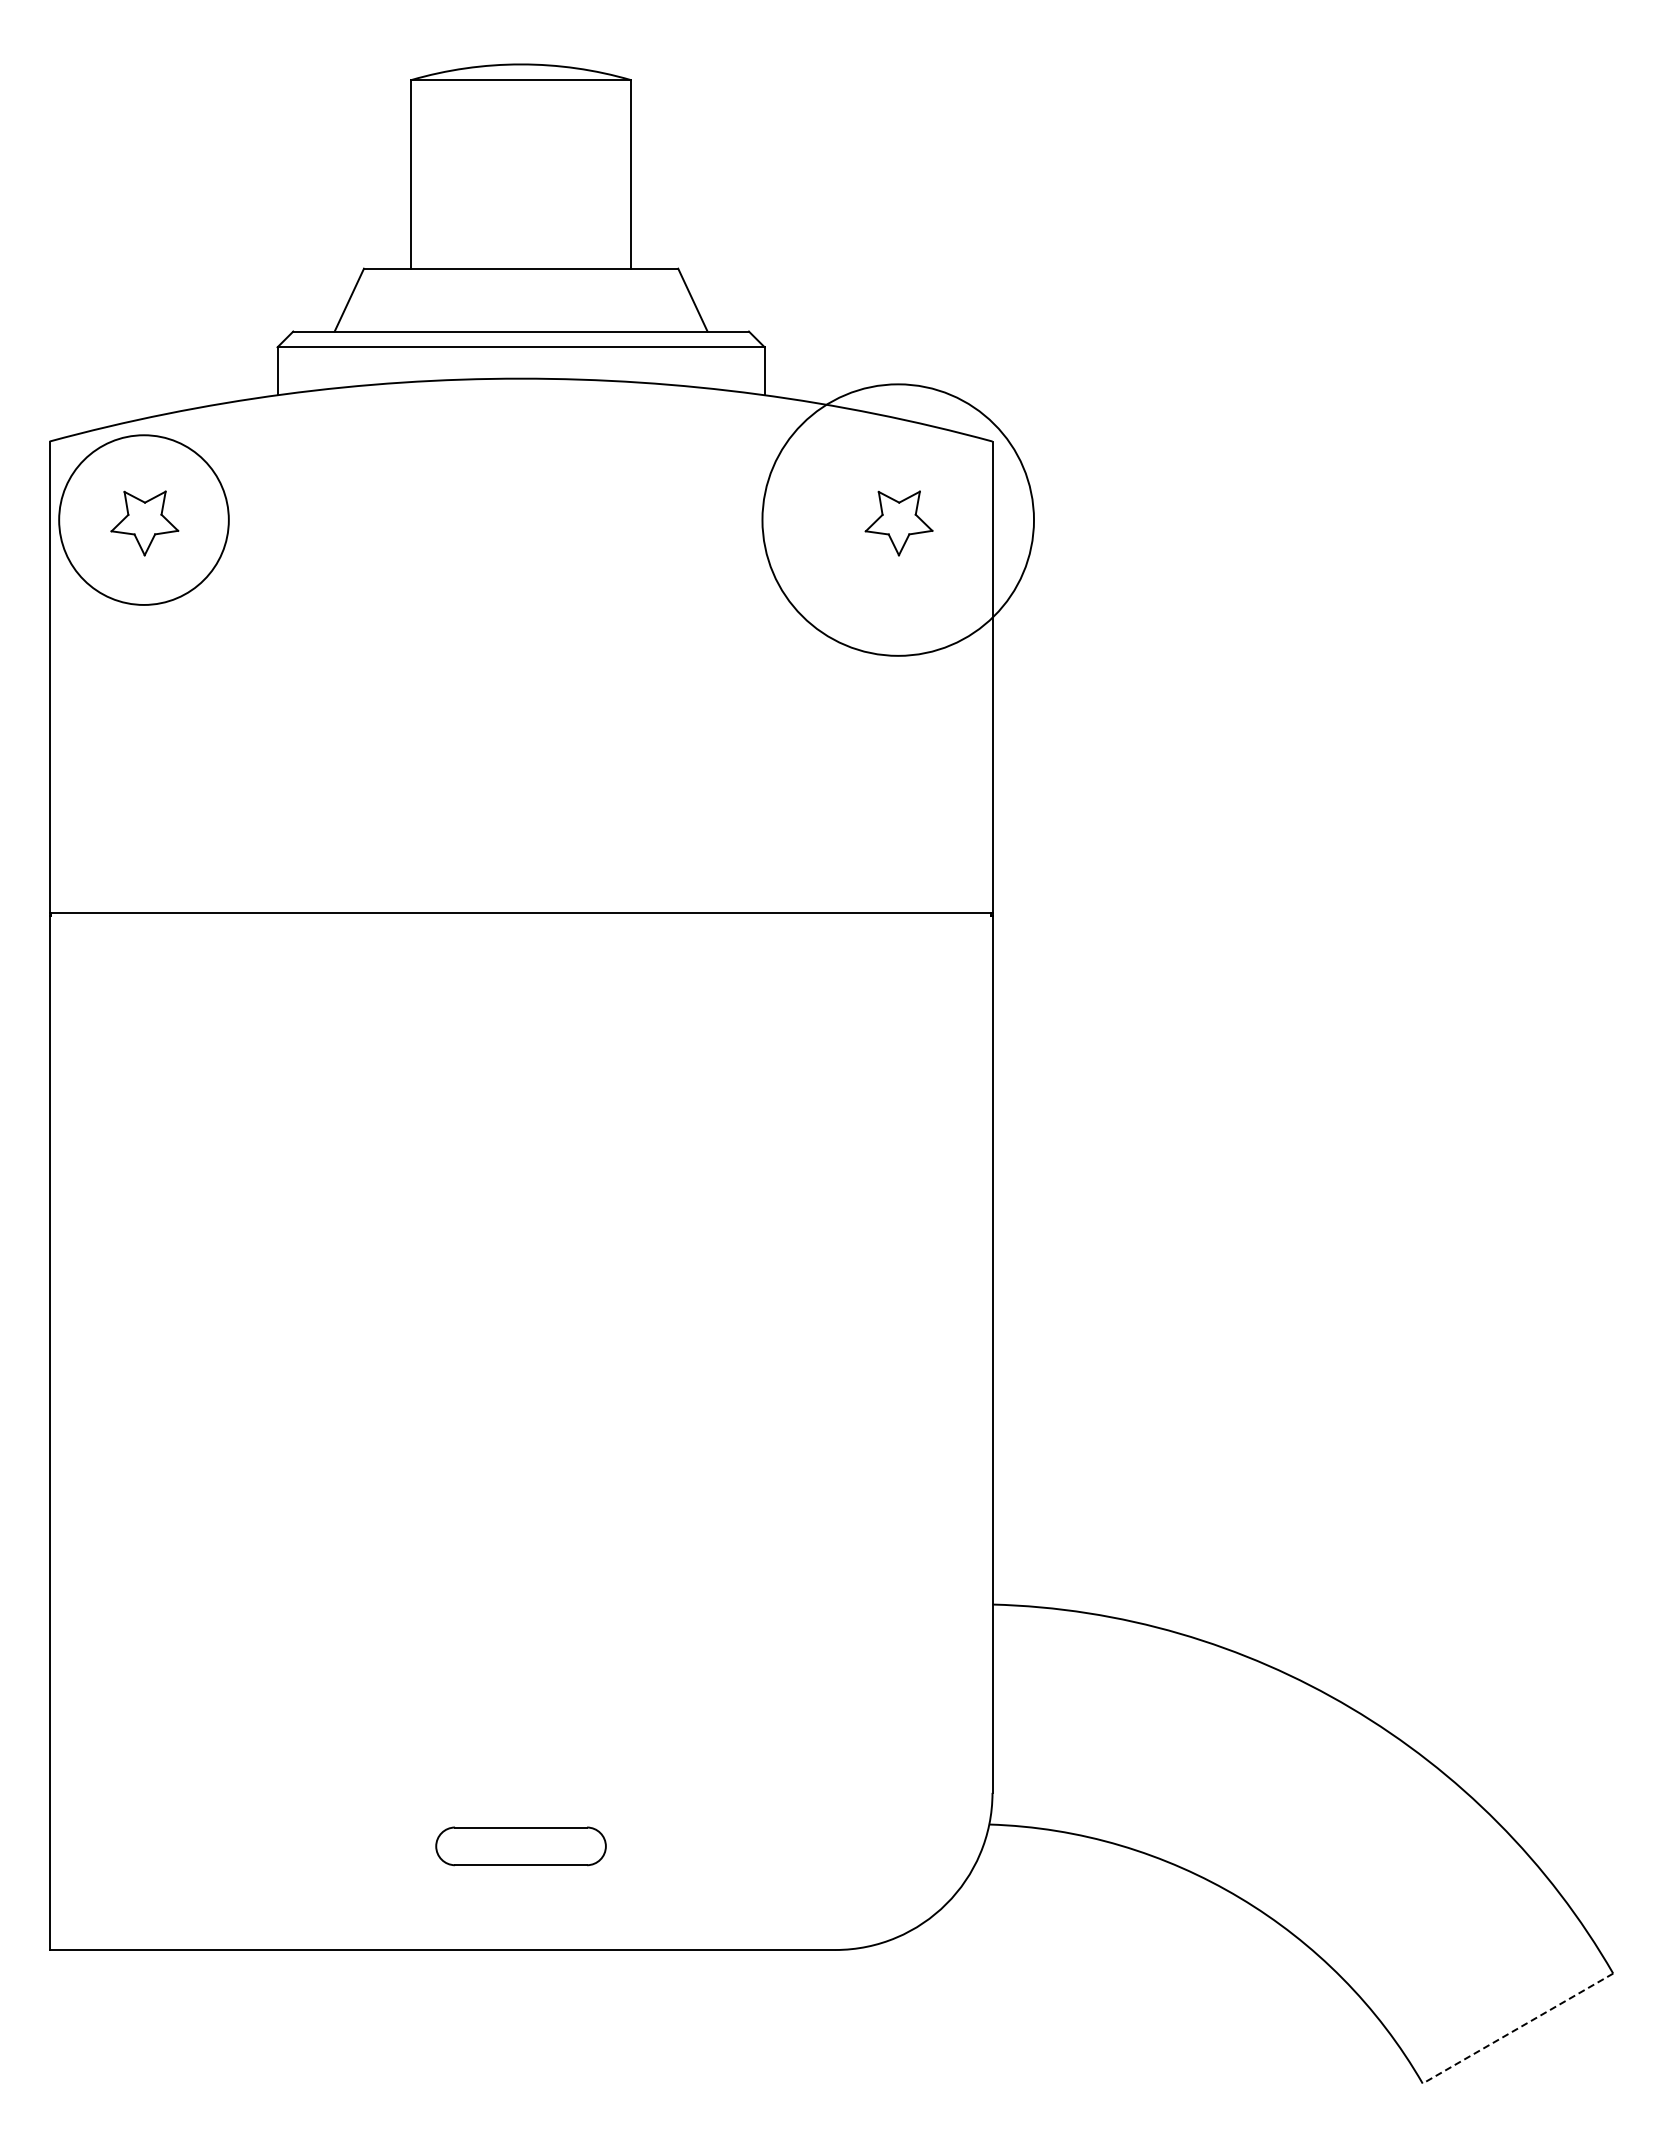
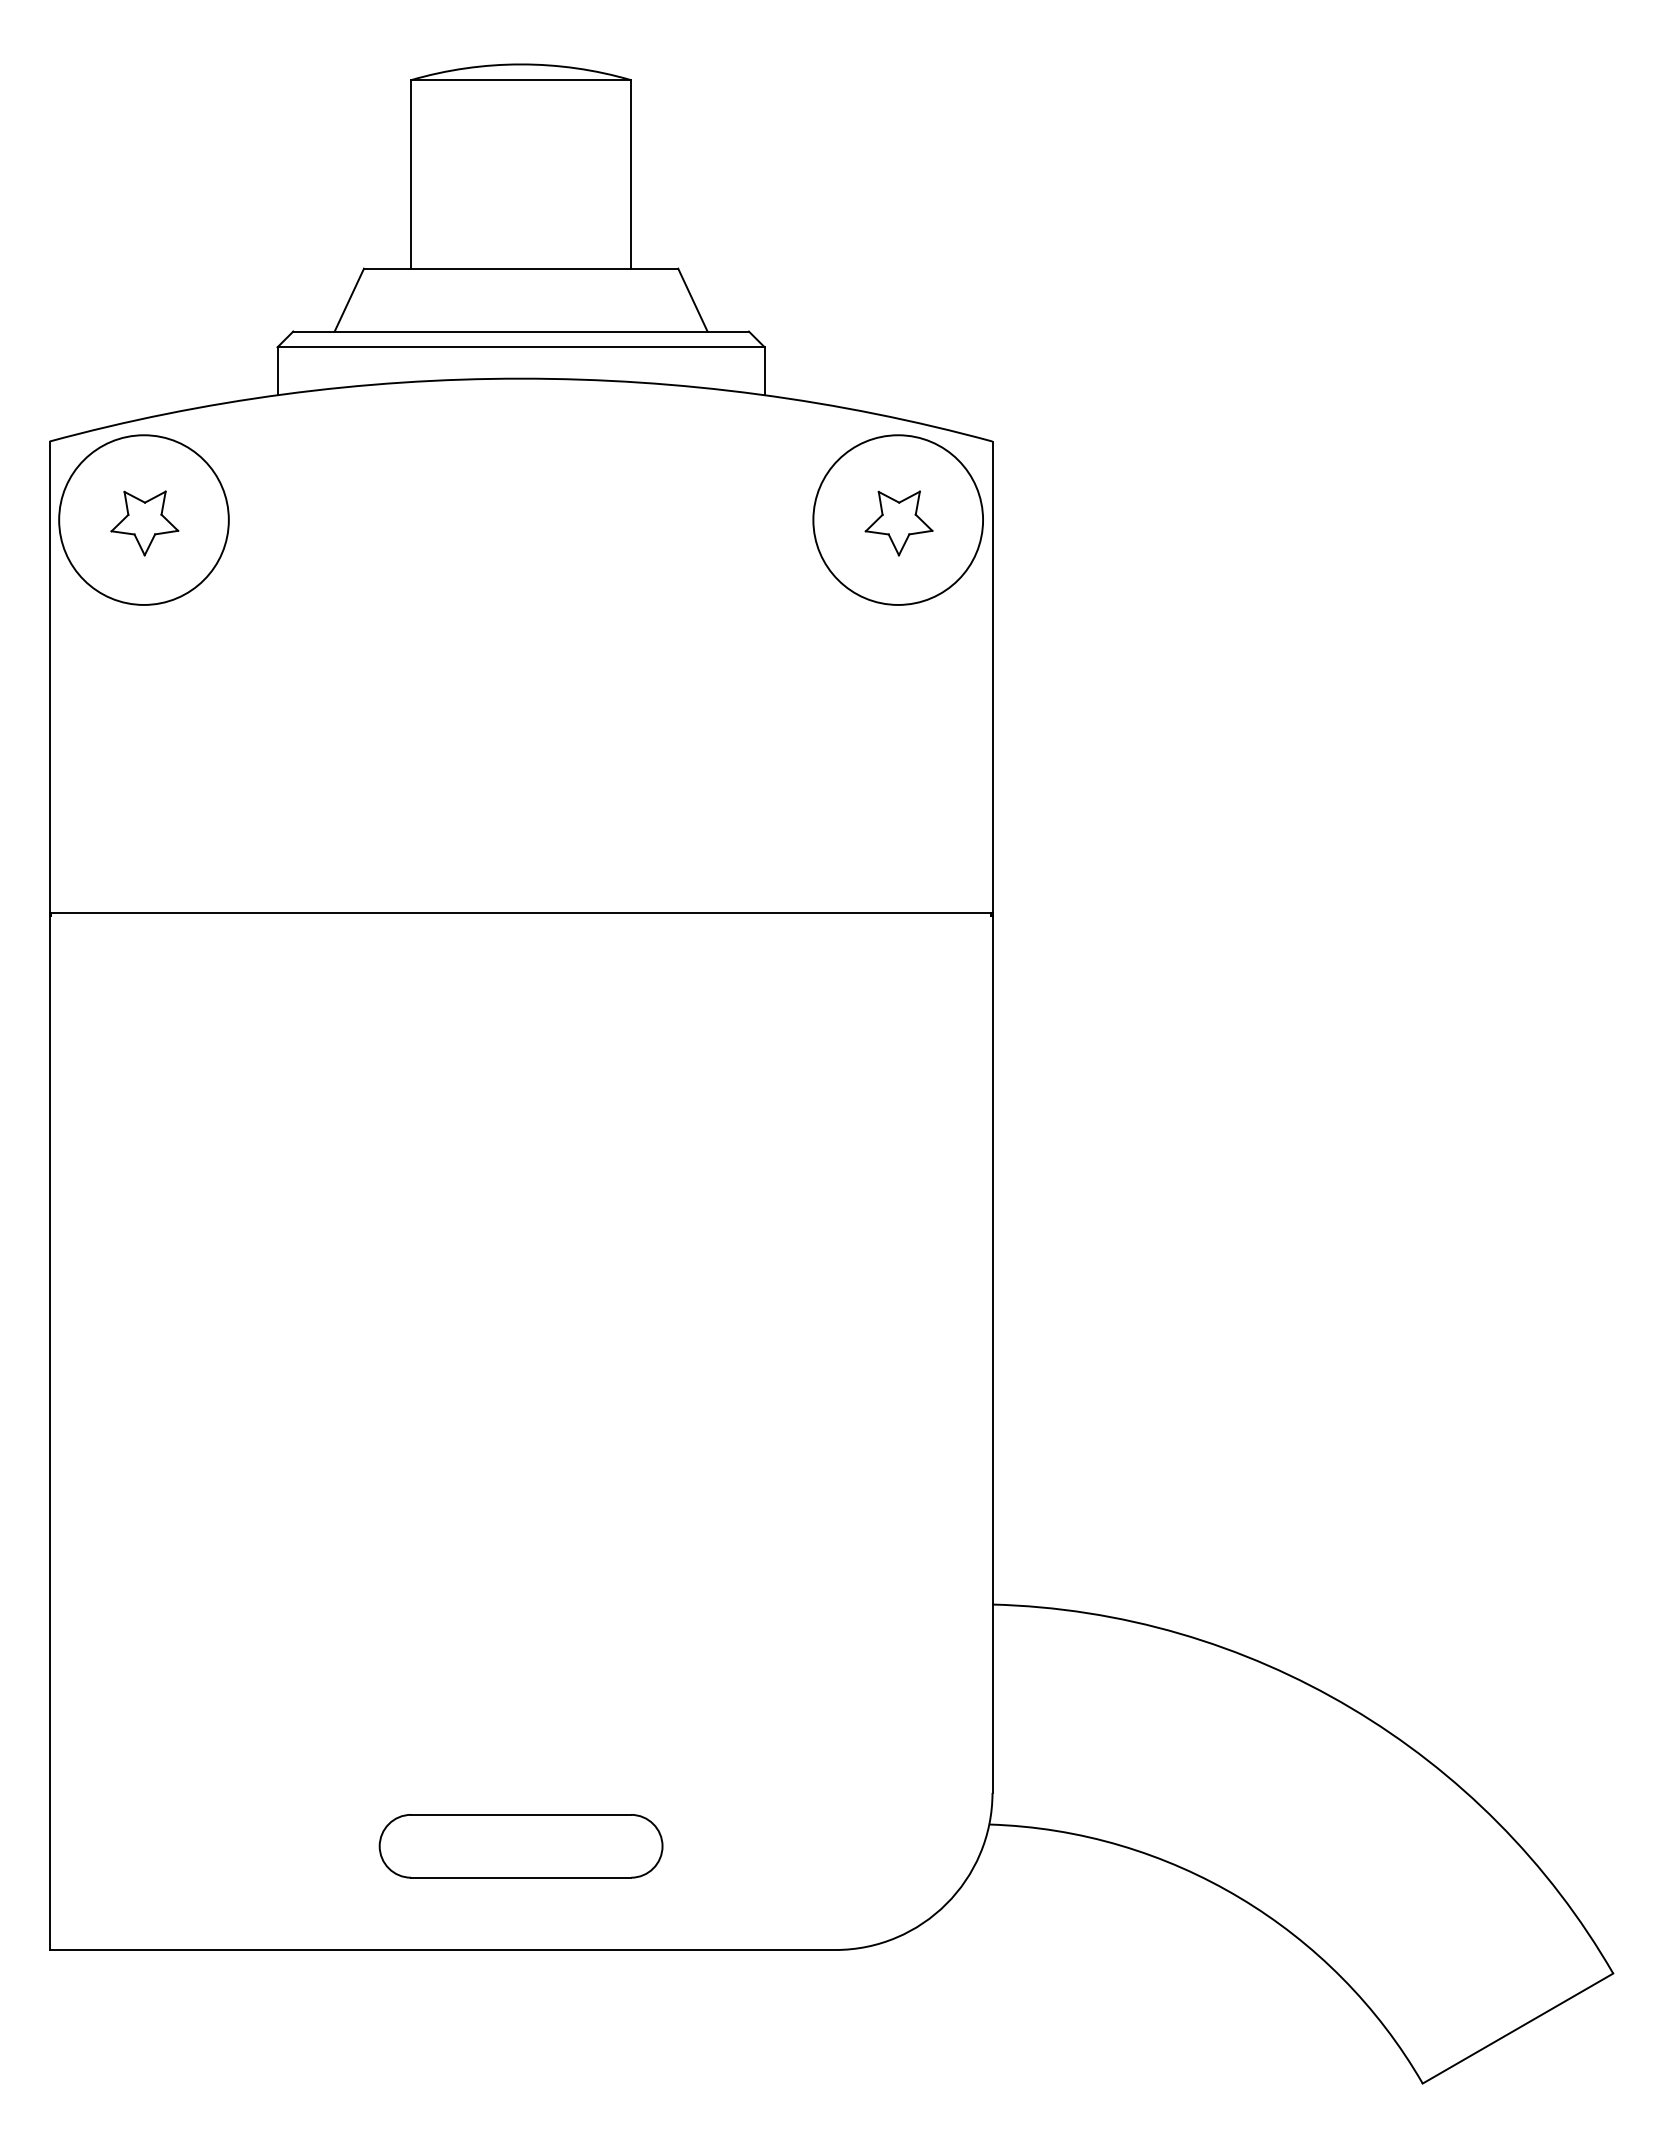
circle at (898, 519) diameter: 272 px -> 170 px
part at (520, 1846) size: 172x41 px -> 286x65 px
line at (1517, 2028): dashed -> solid
